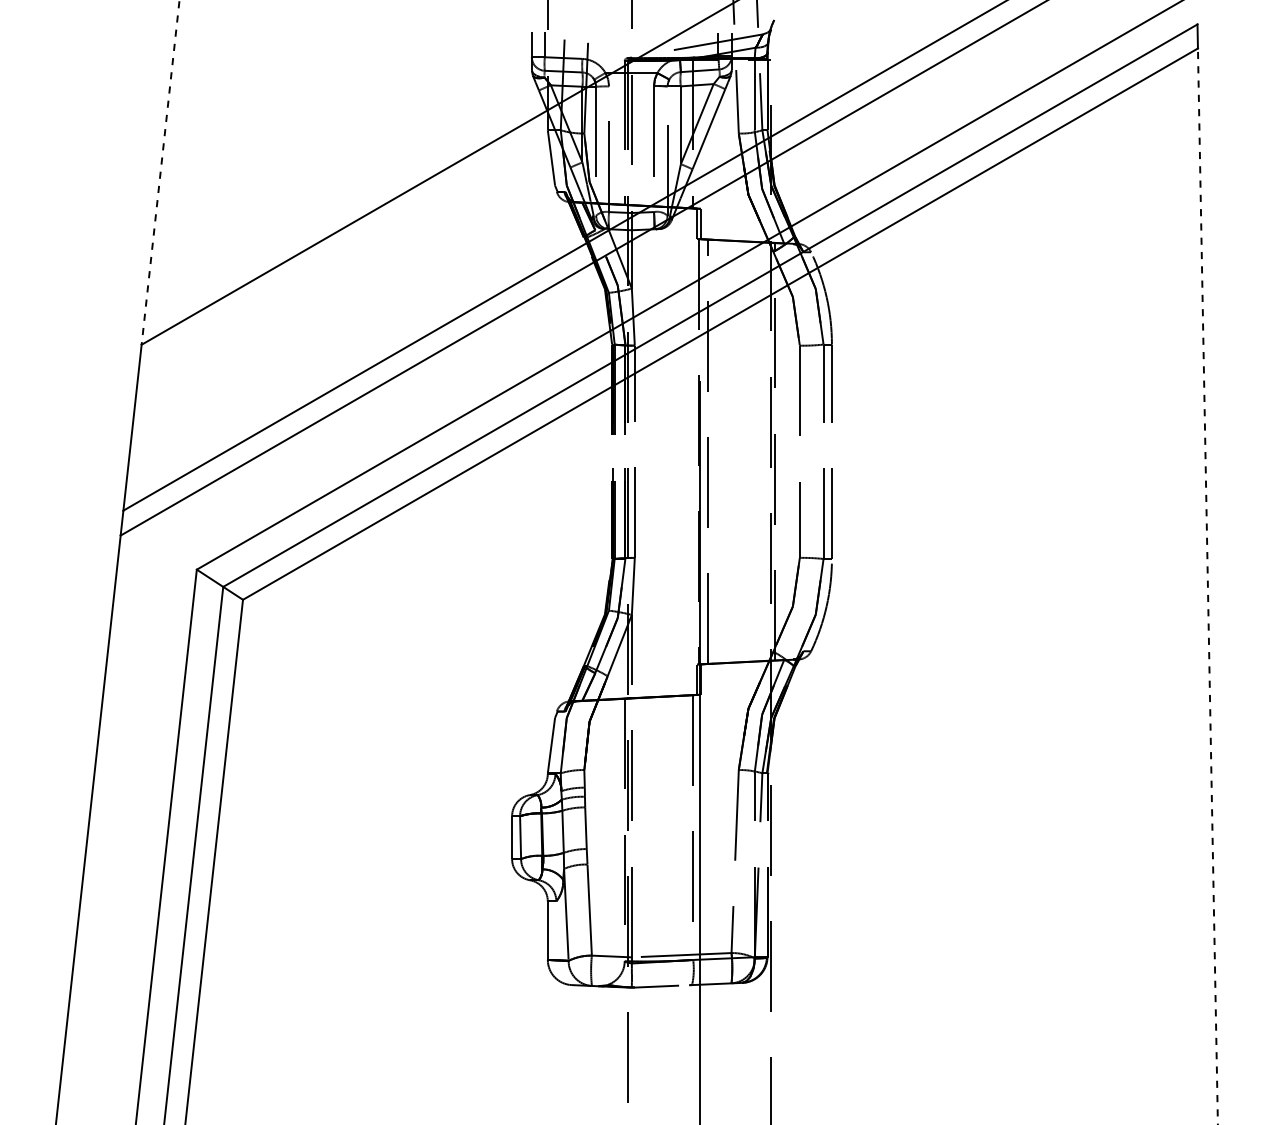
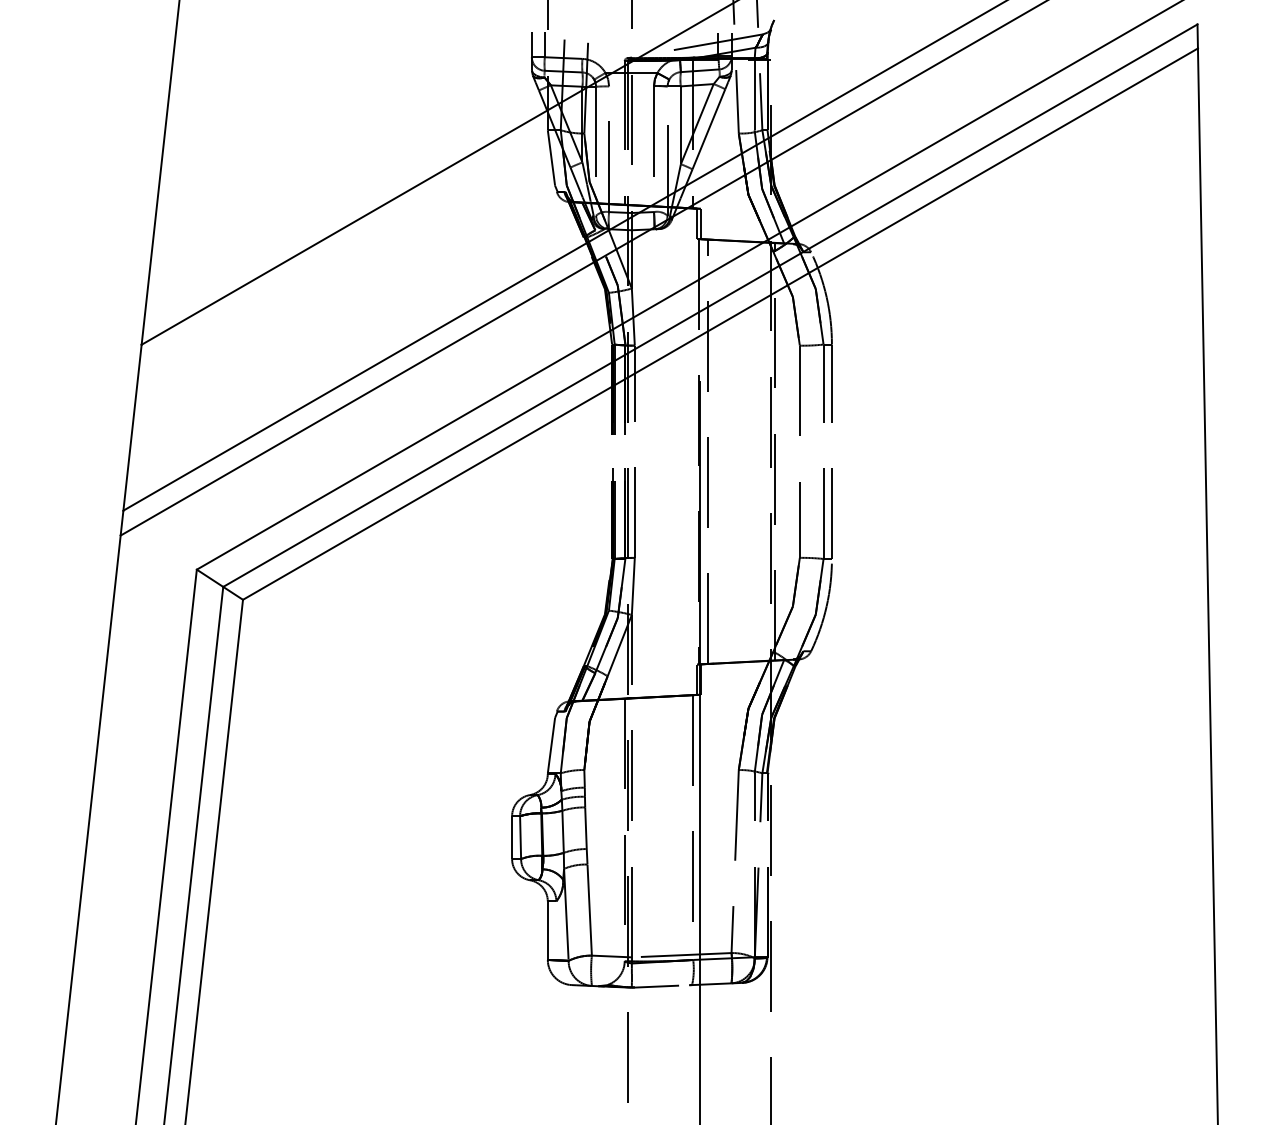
line at (160, 172): dashed -> solid
line at (1207, 586): dashed -> solid
